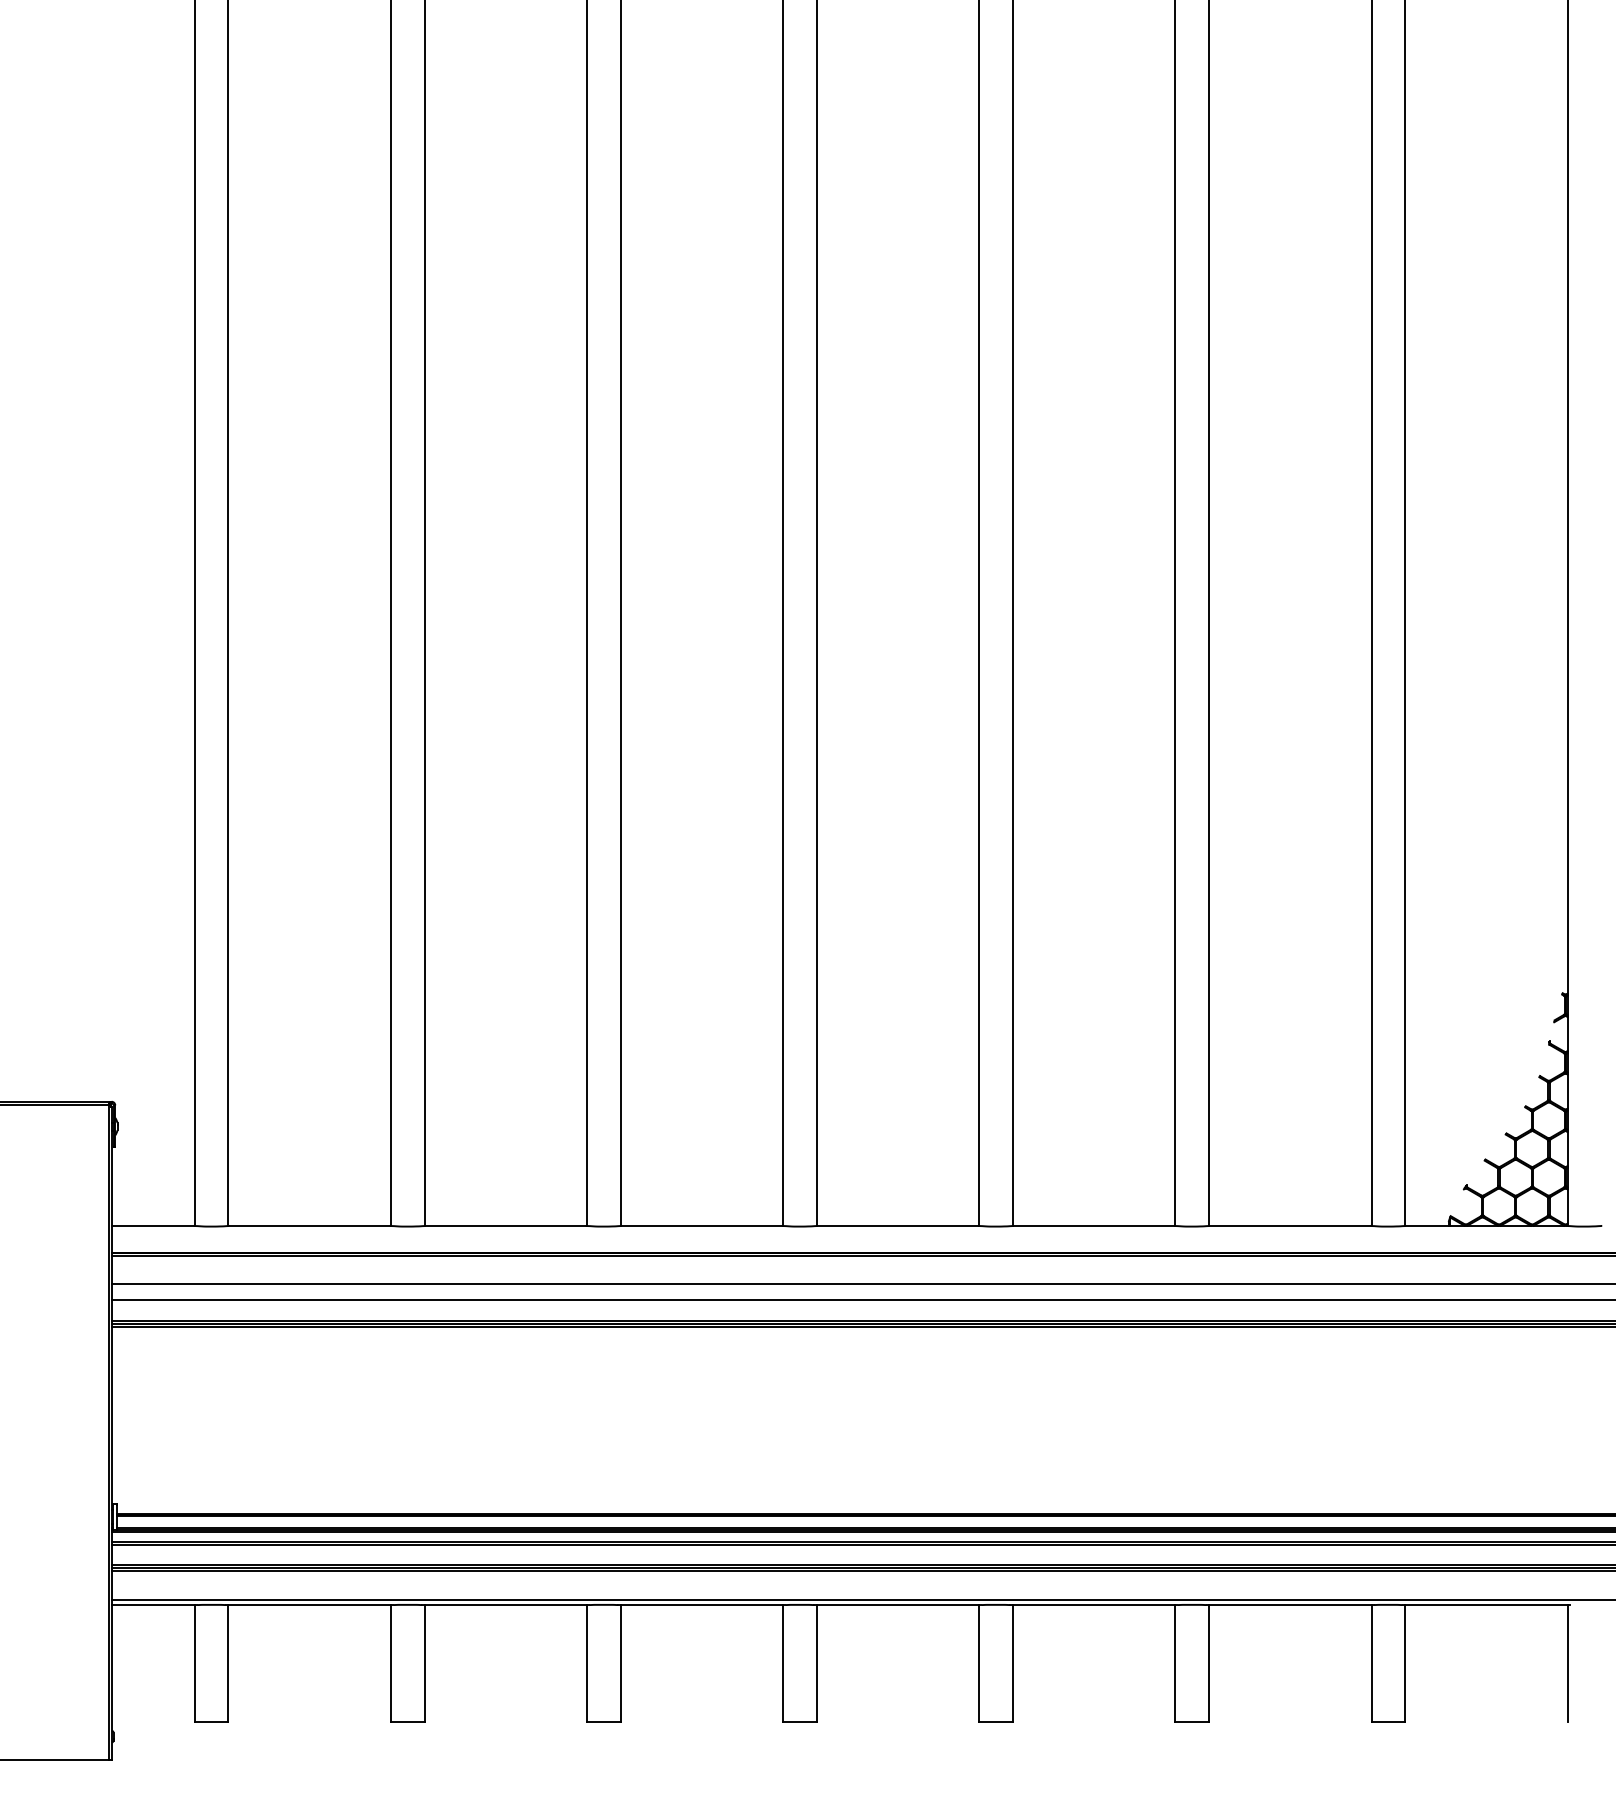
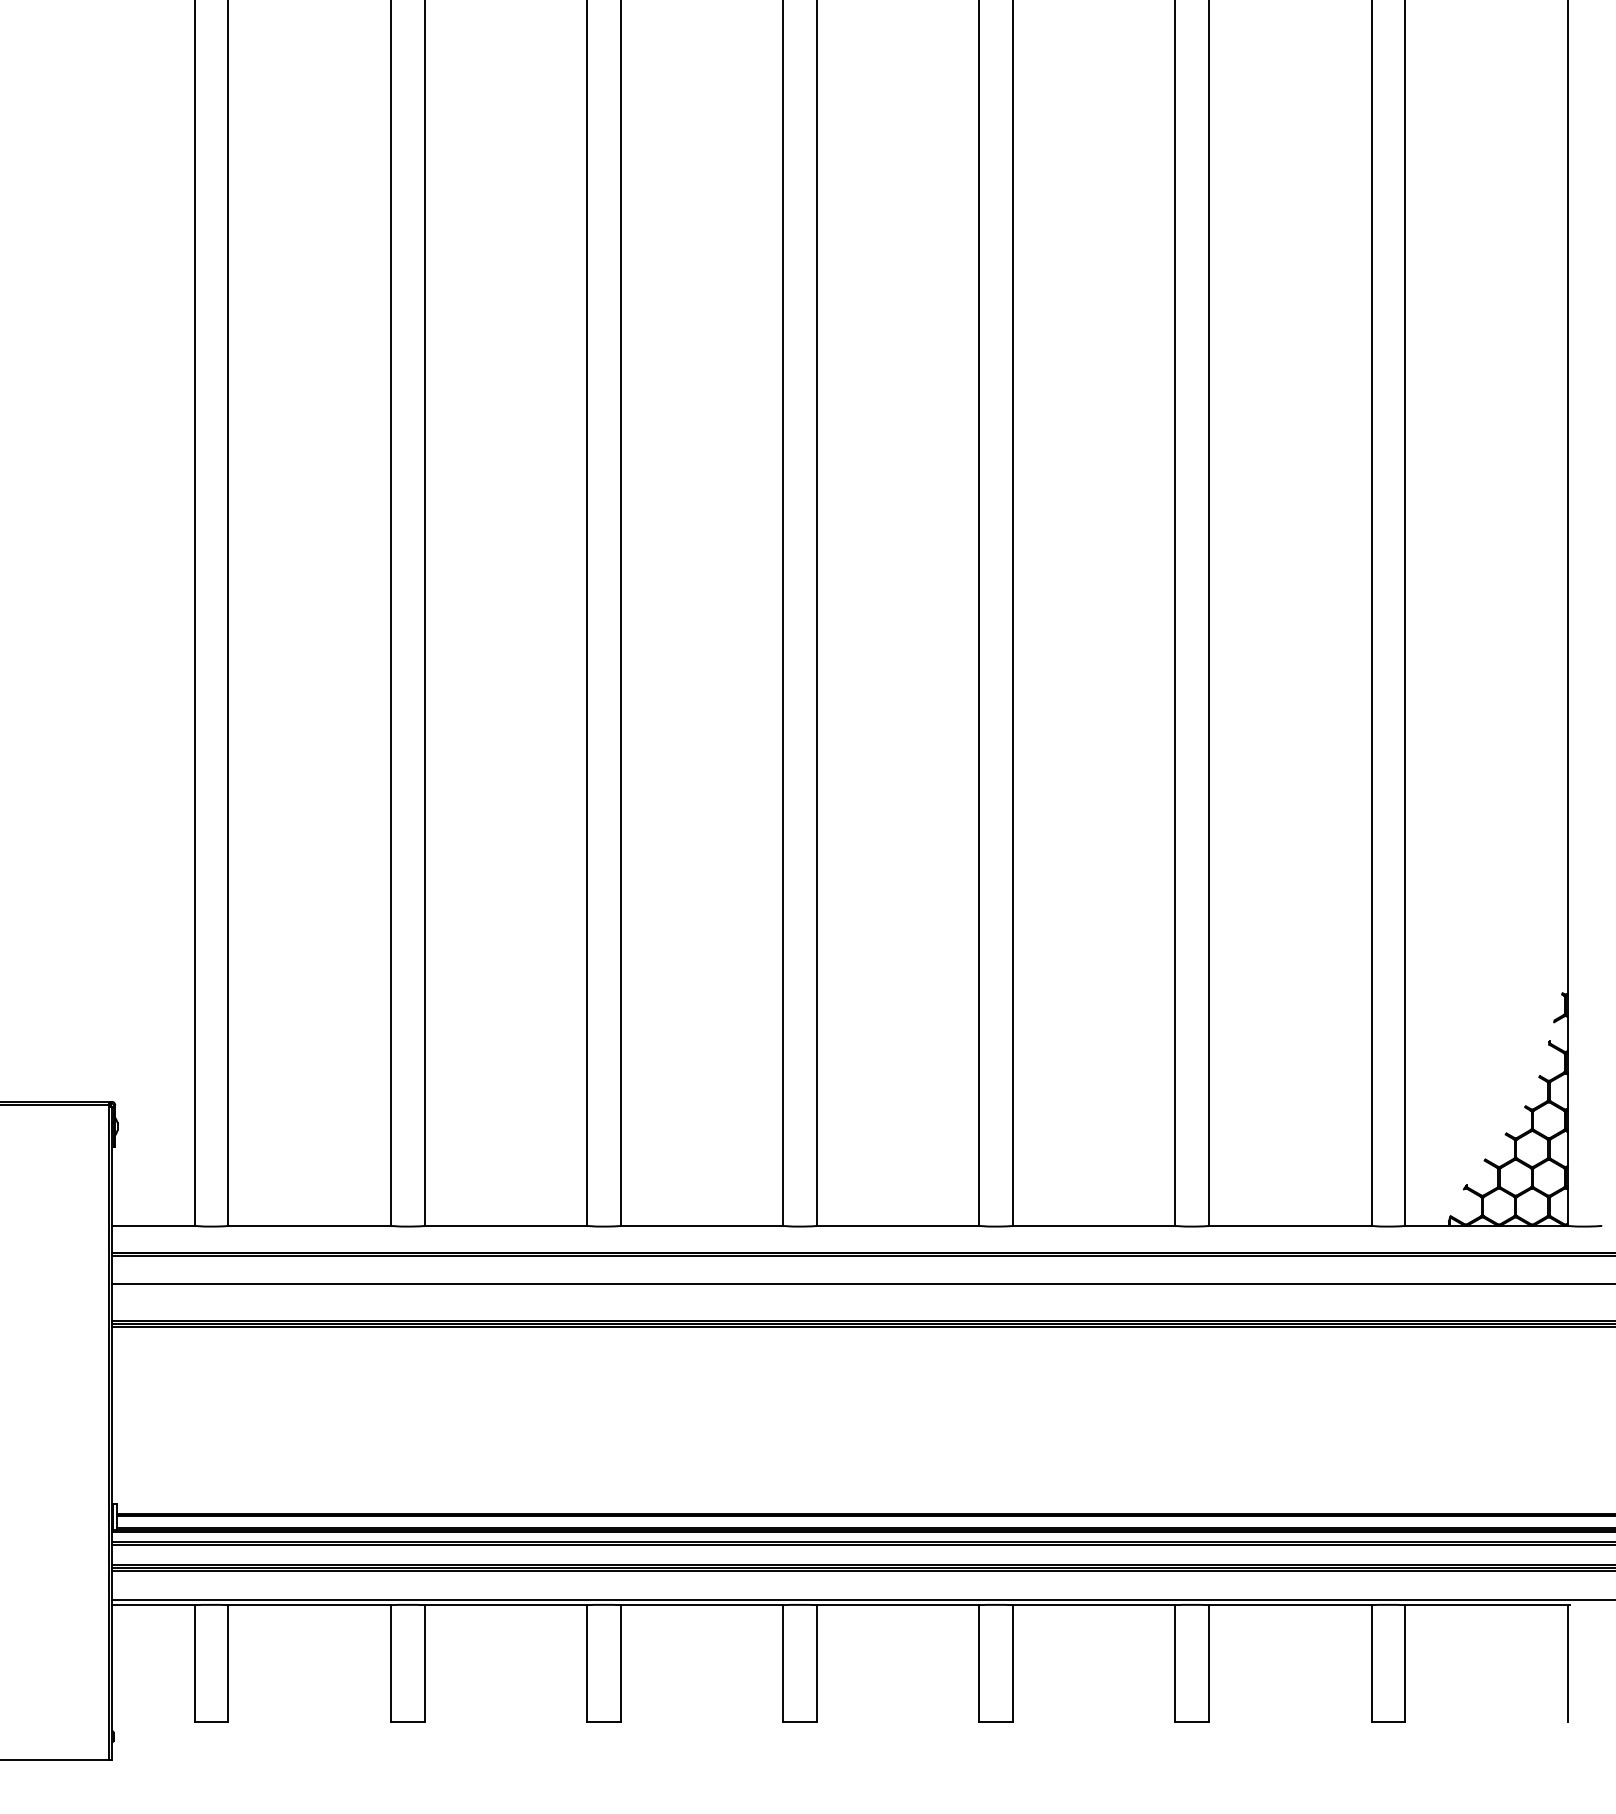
line at (862, 1299): present -> none
